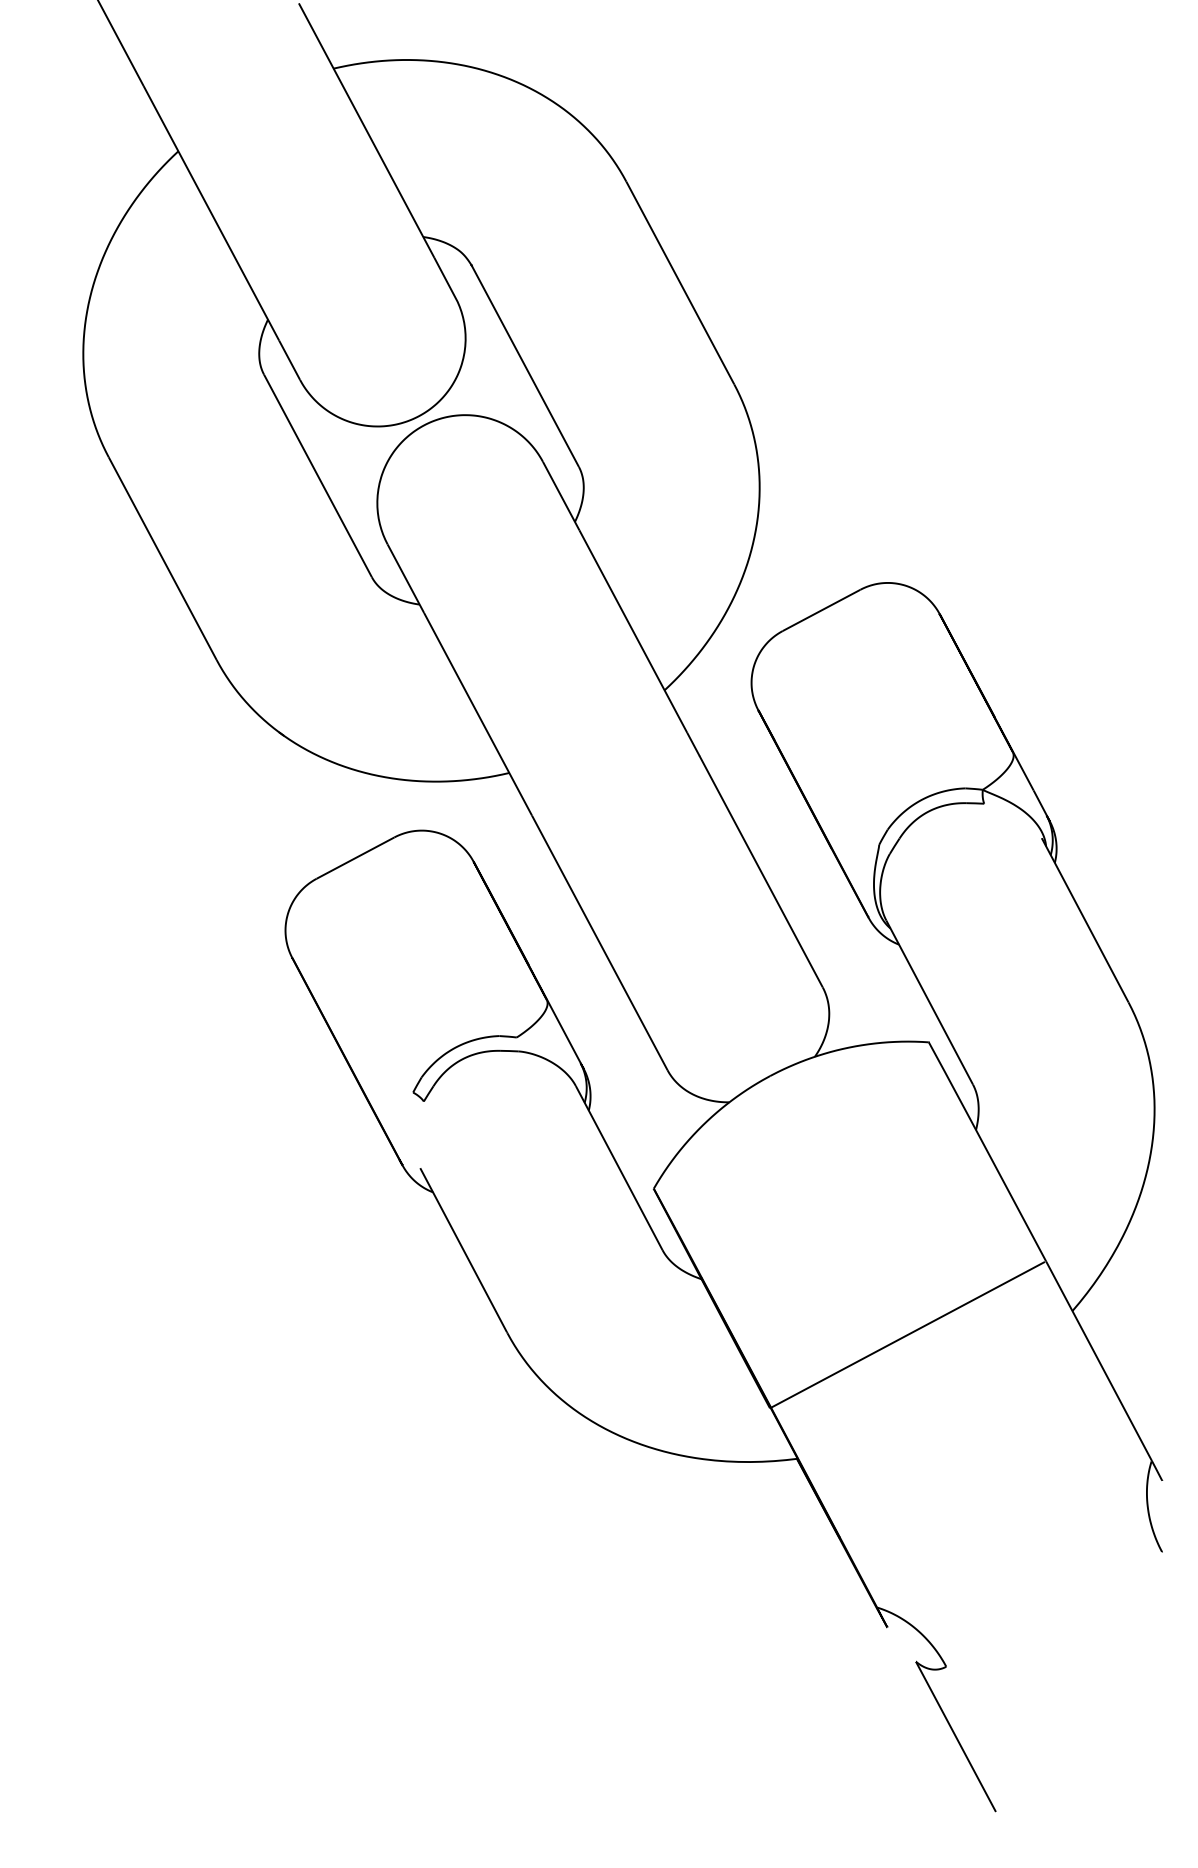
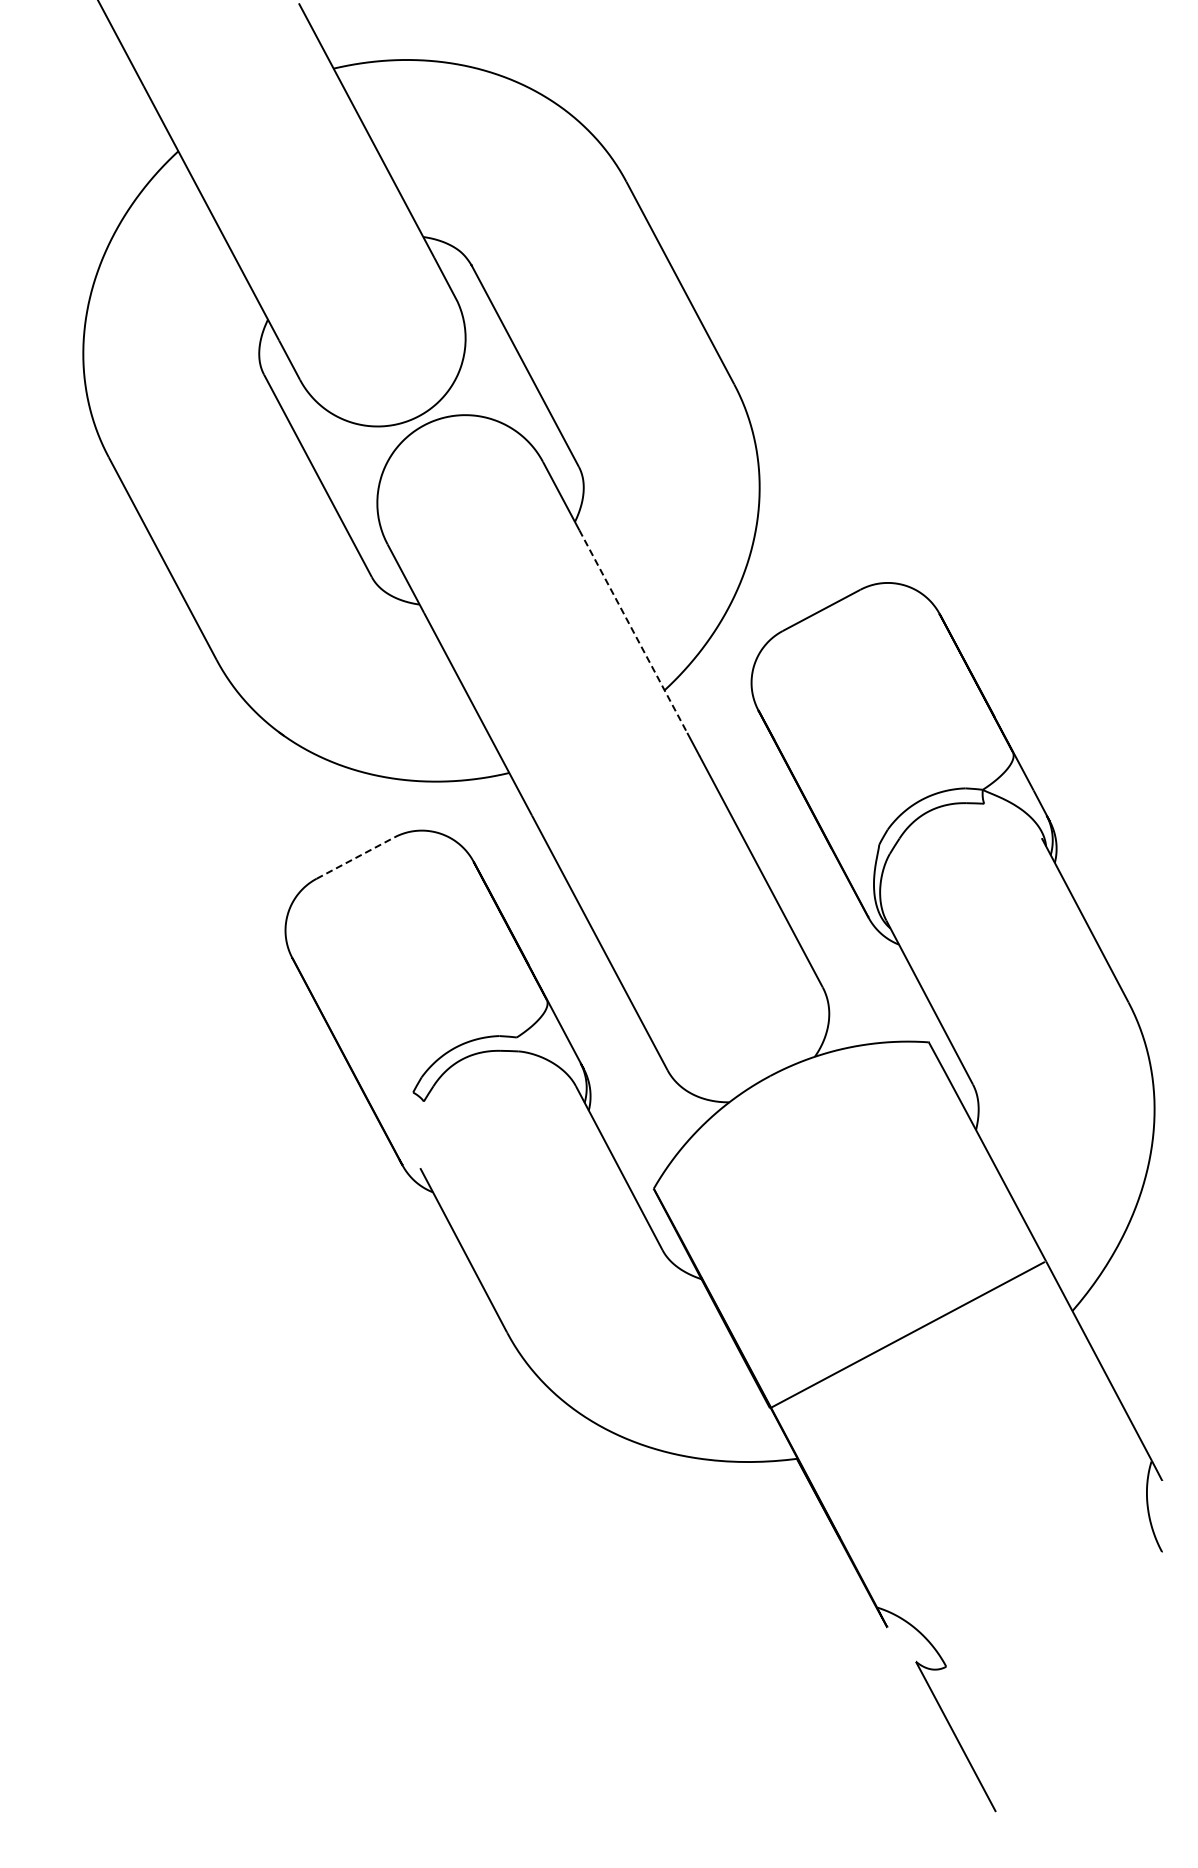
line at (633, 631): solid -> dashed
line at (355, 858): solid -> dashed
